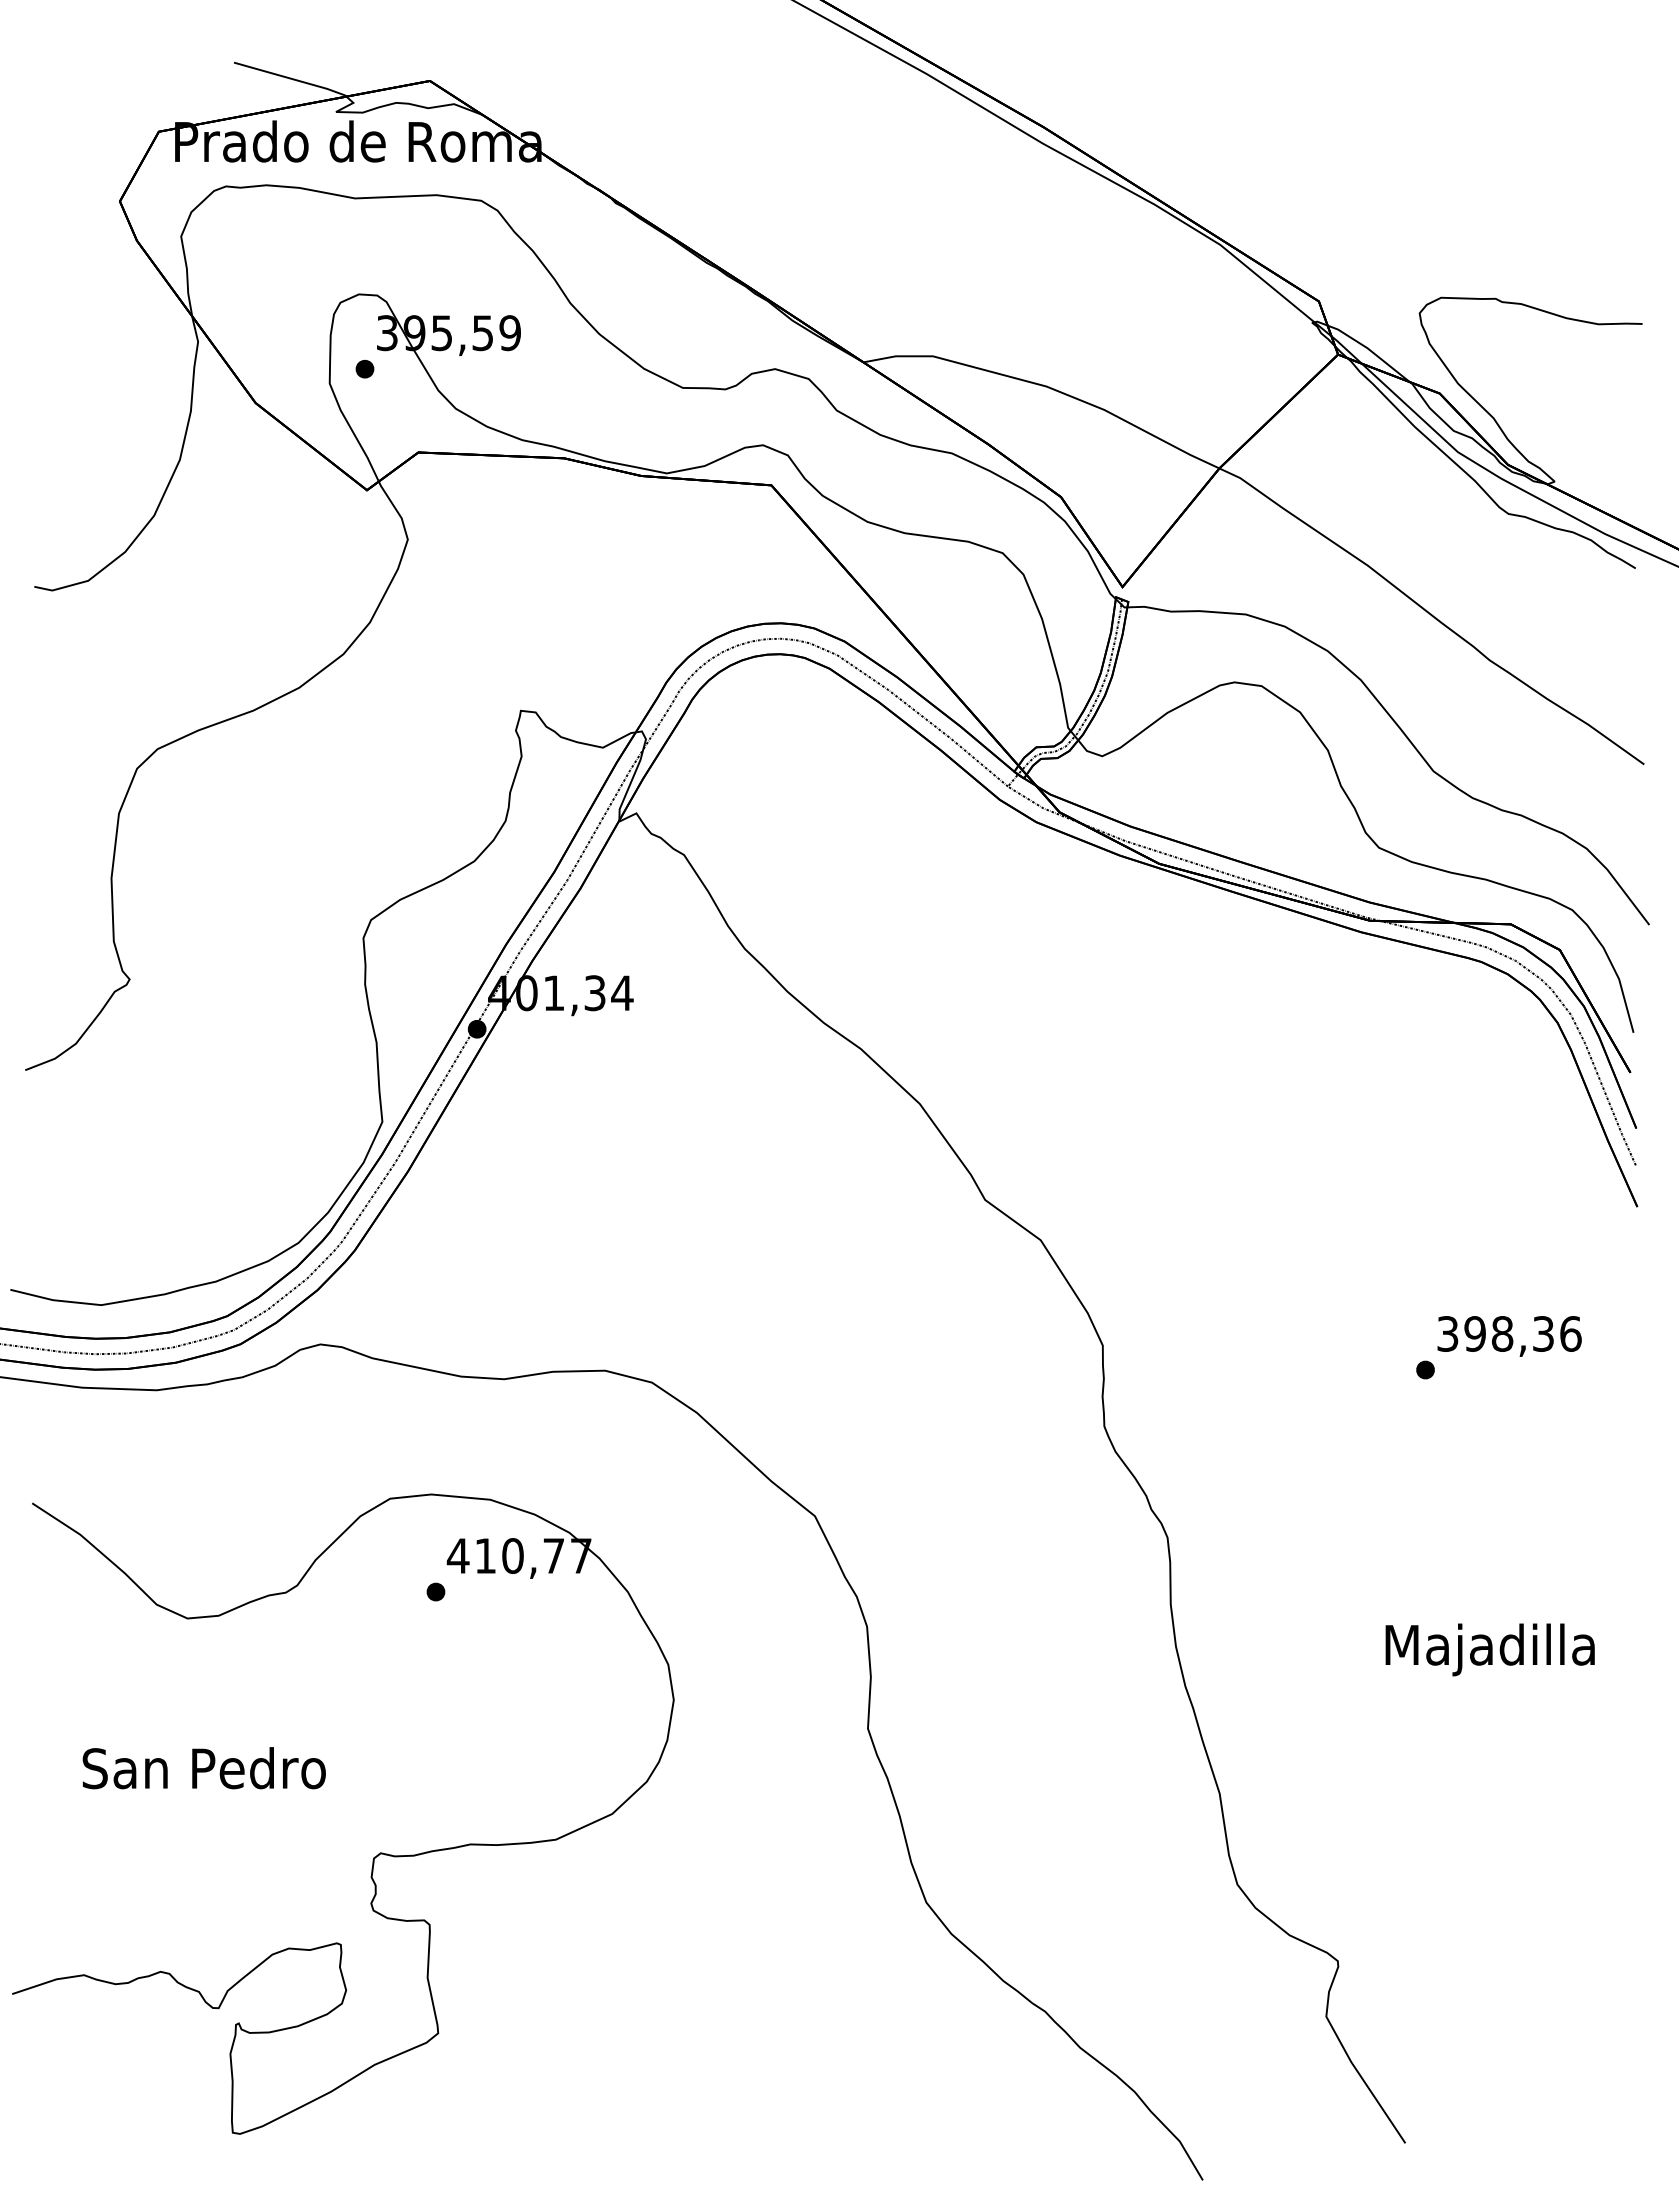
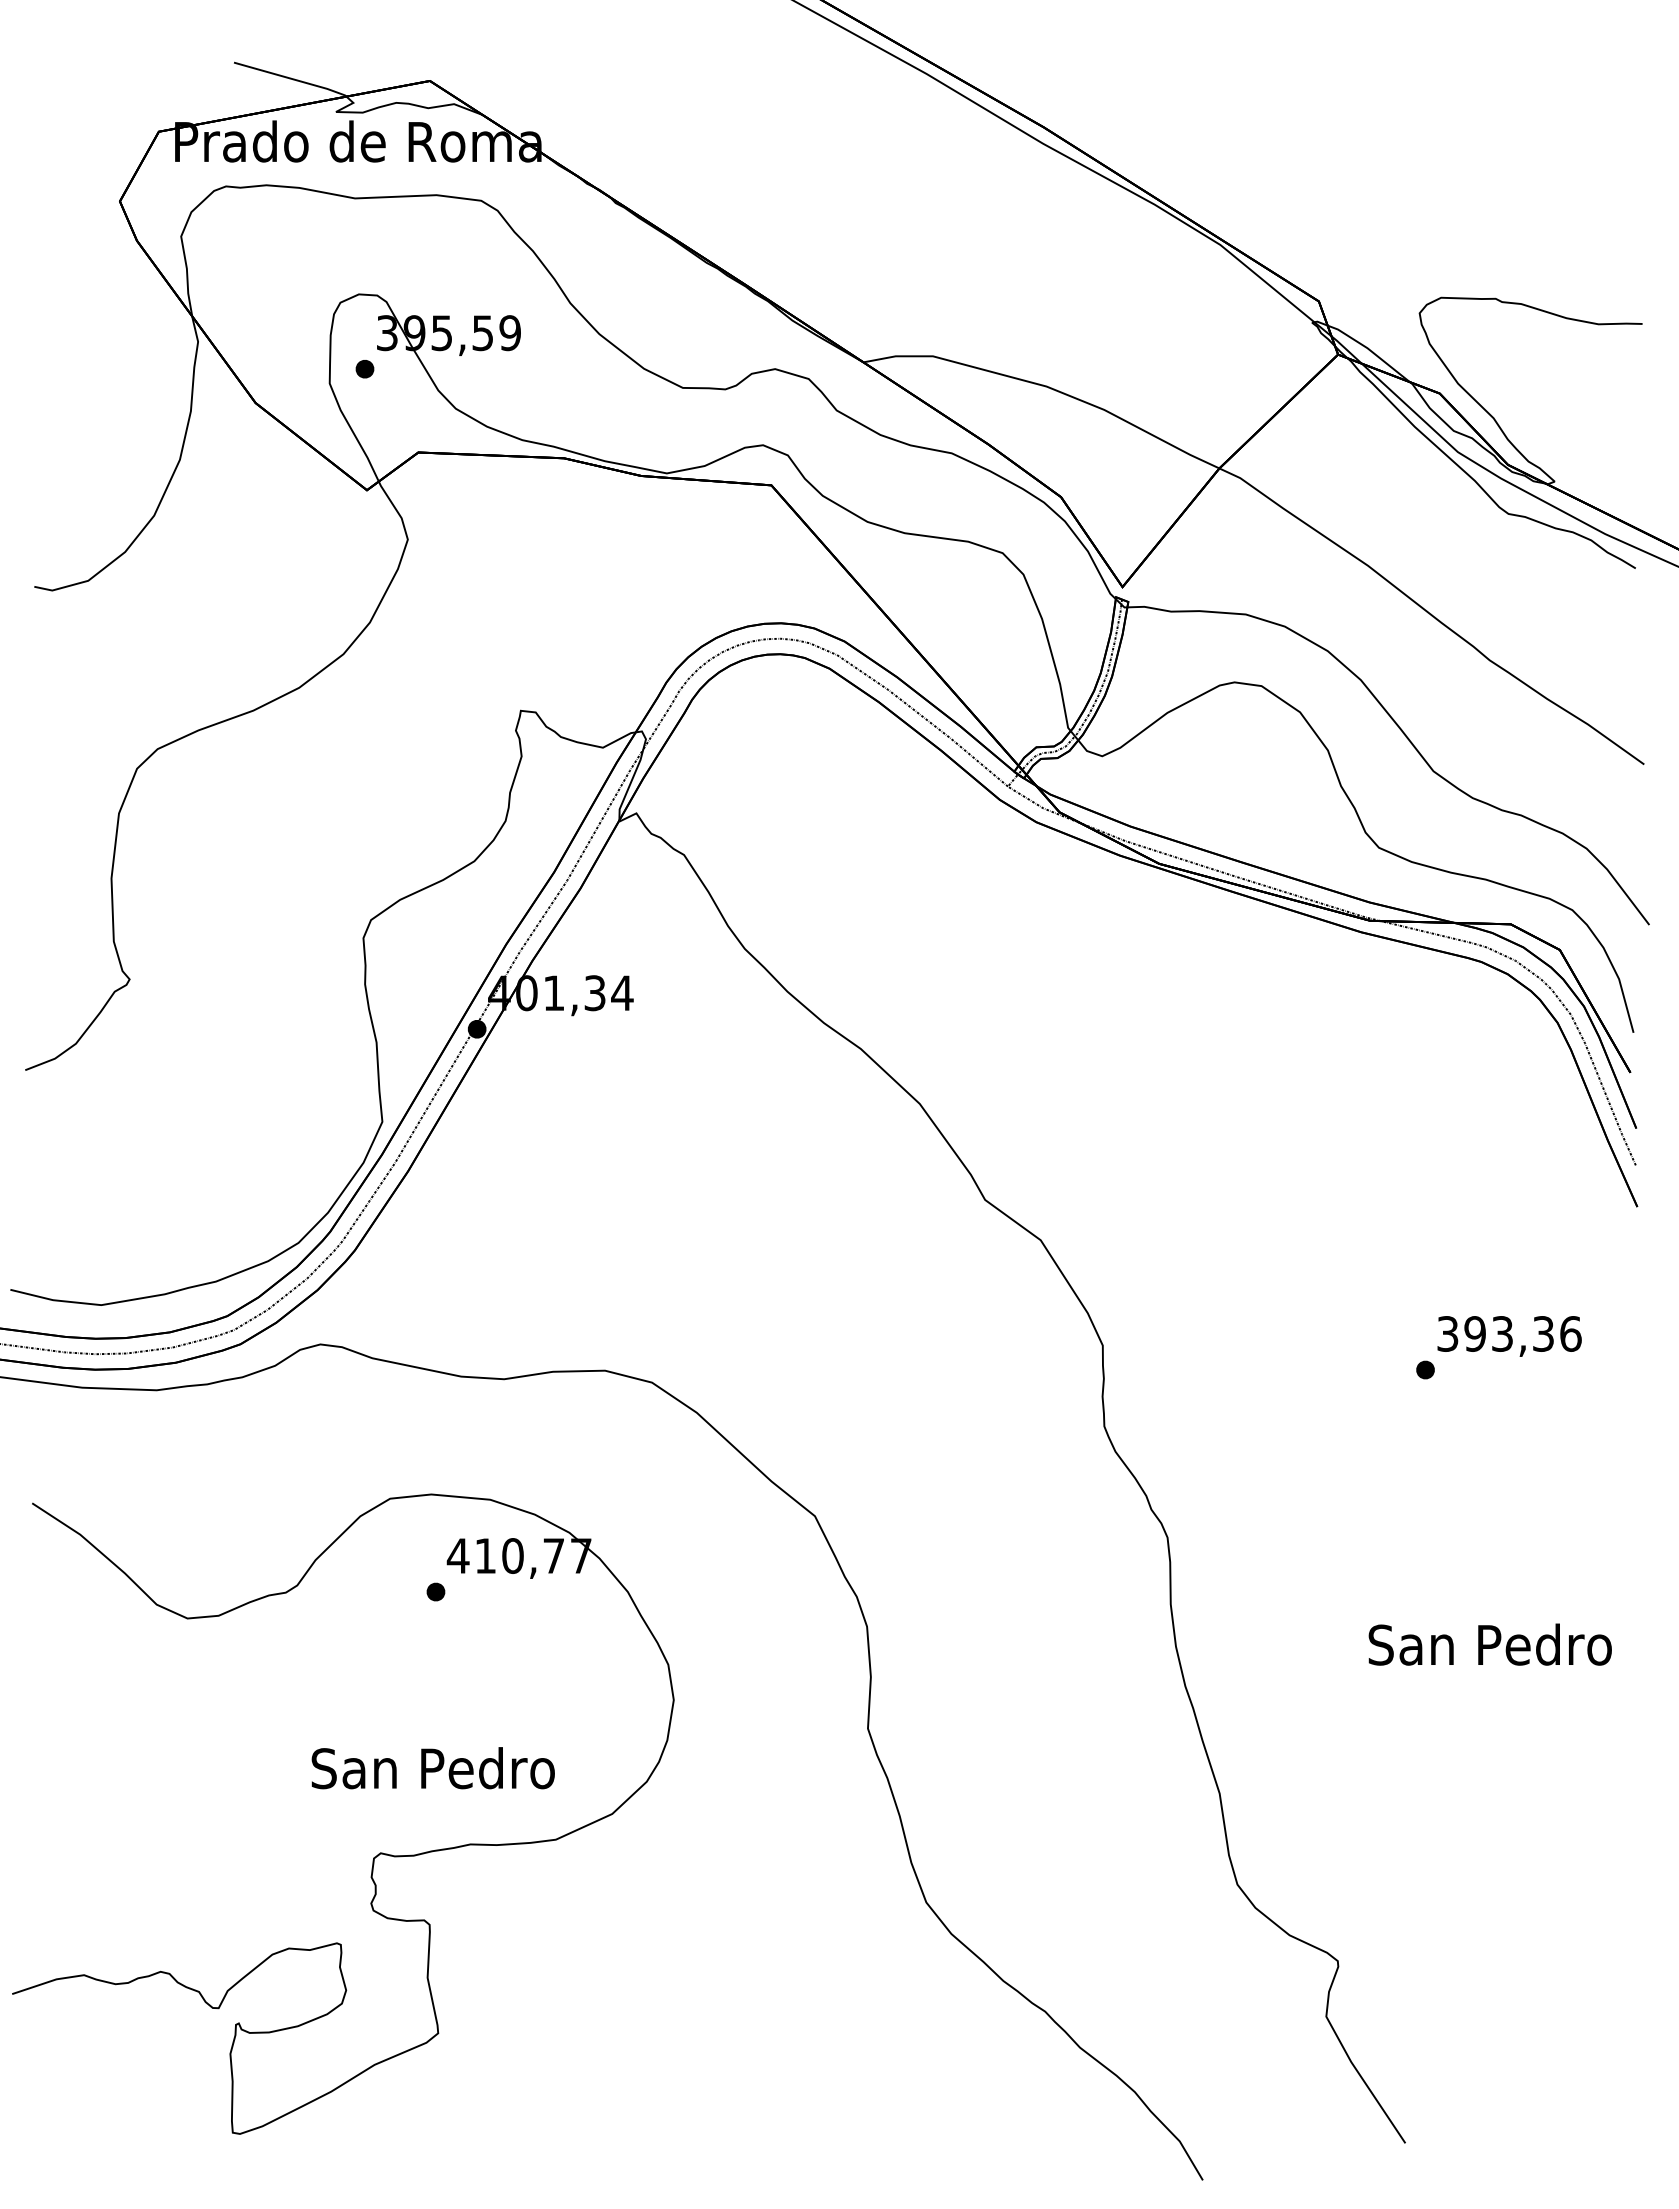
text at (1502, 1333): 398,36 -> 393,36
text at (1489, 1649): Majadilla -> San Pedro
text at (203, 1768) position: (203, 1768) -> (432, 1768)
